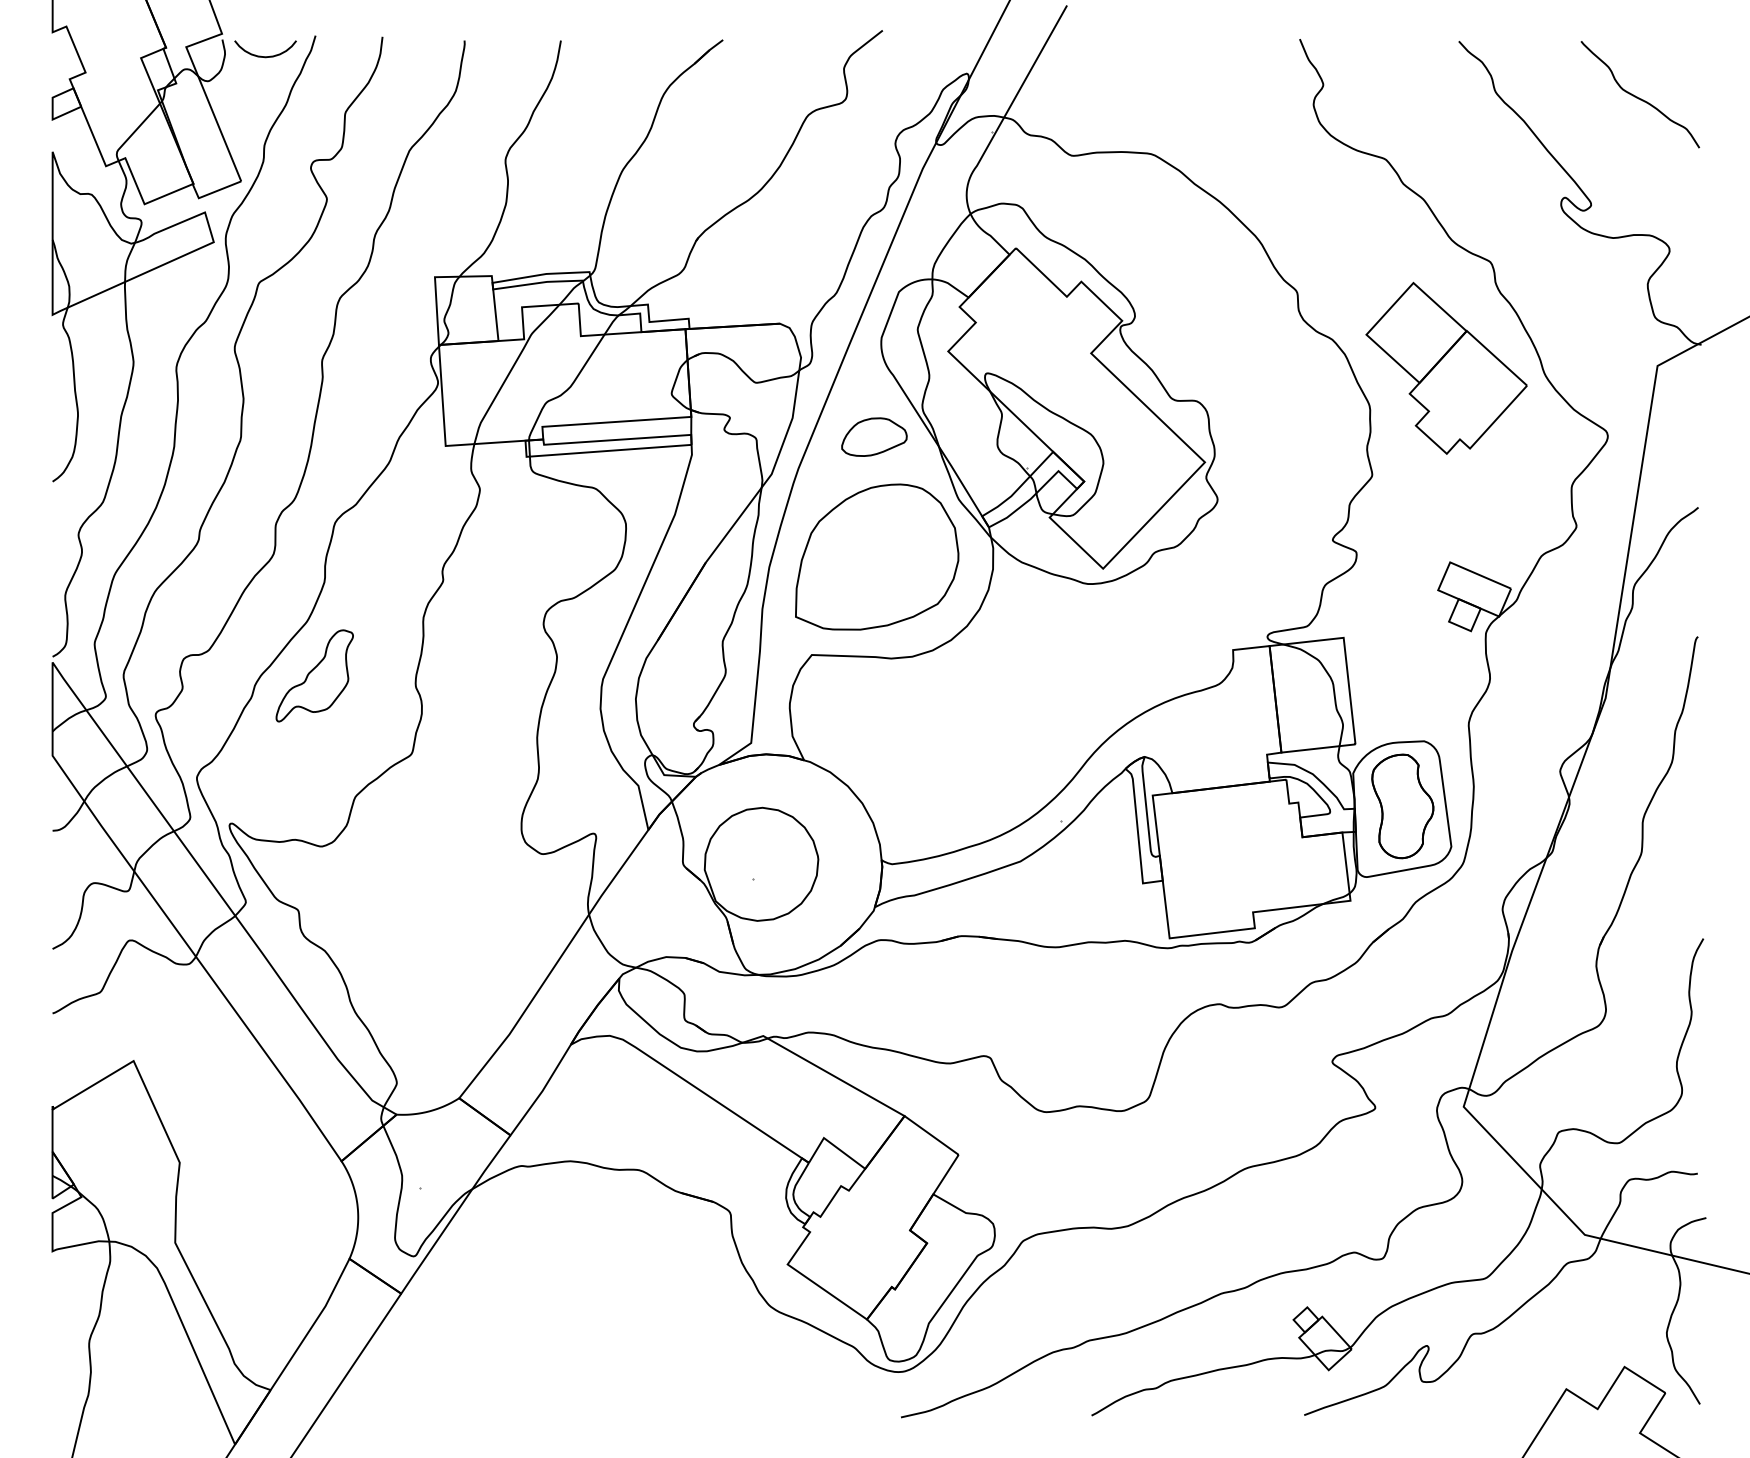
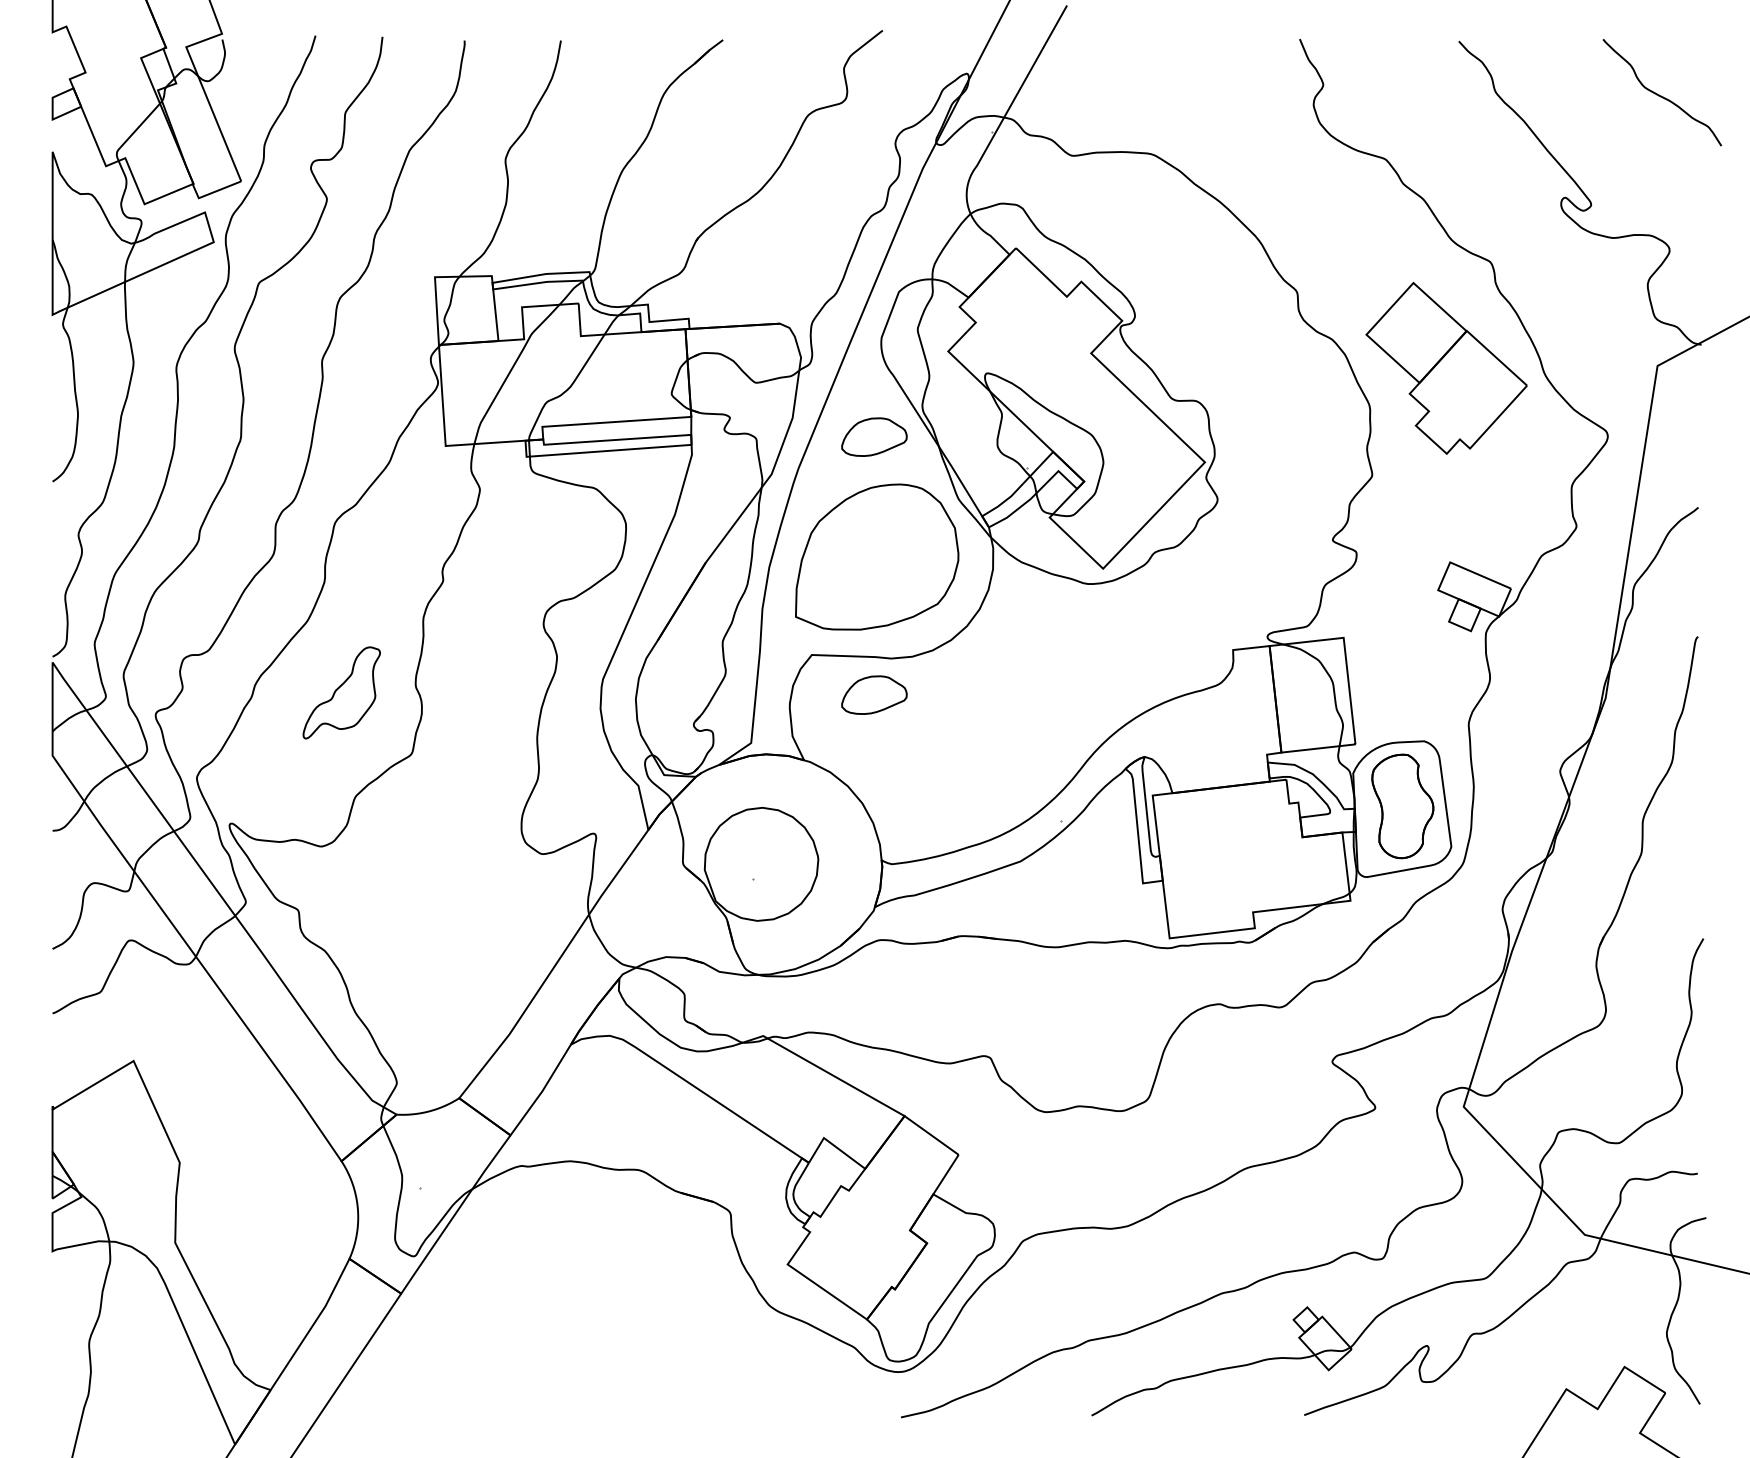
curve at (265, 56): present -> none
curve at (1639, 97) position: (1639, 97) -> (1661, 95)
part at (314, 675) position: (314, 675) -> (341, 692)
part at (874, 694): none -> present
